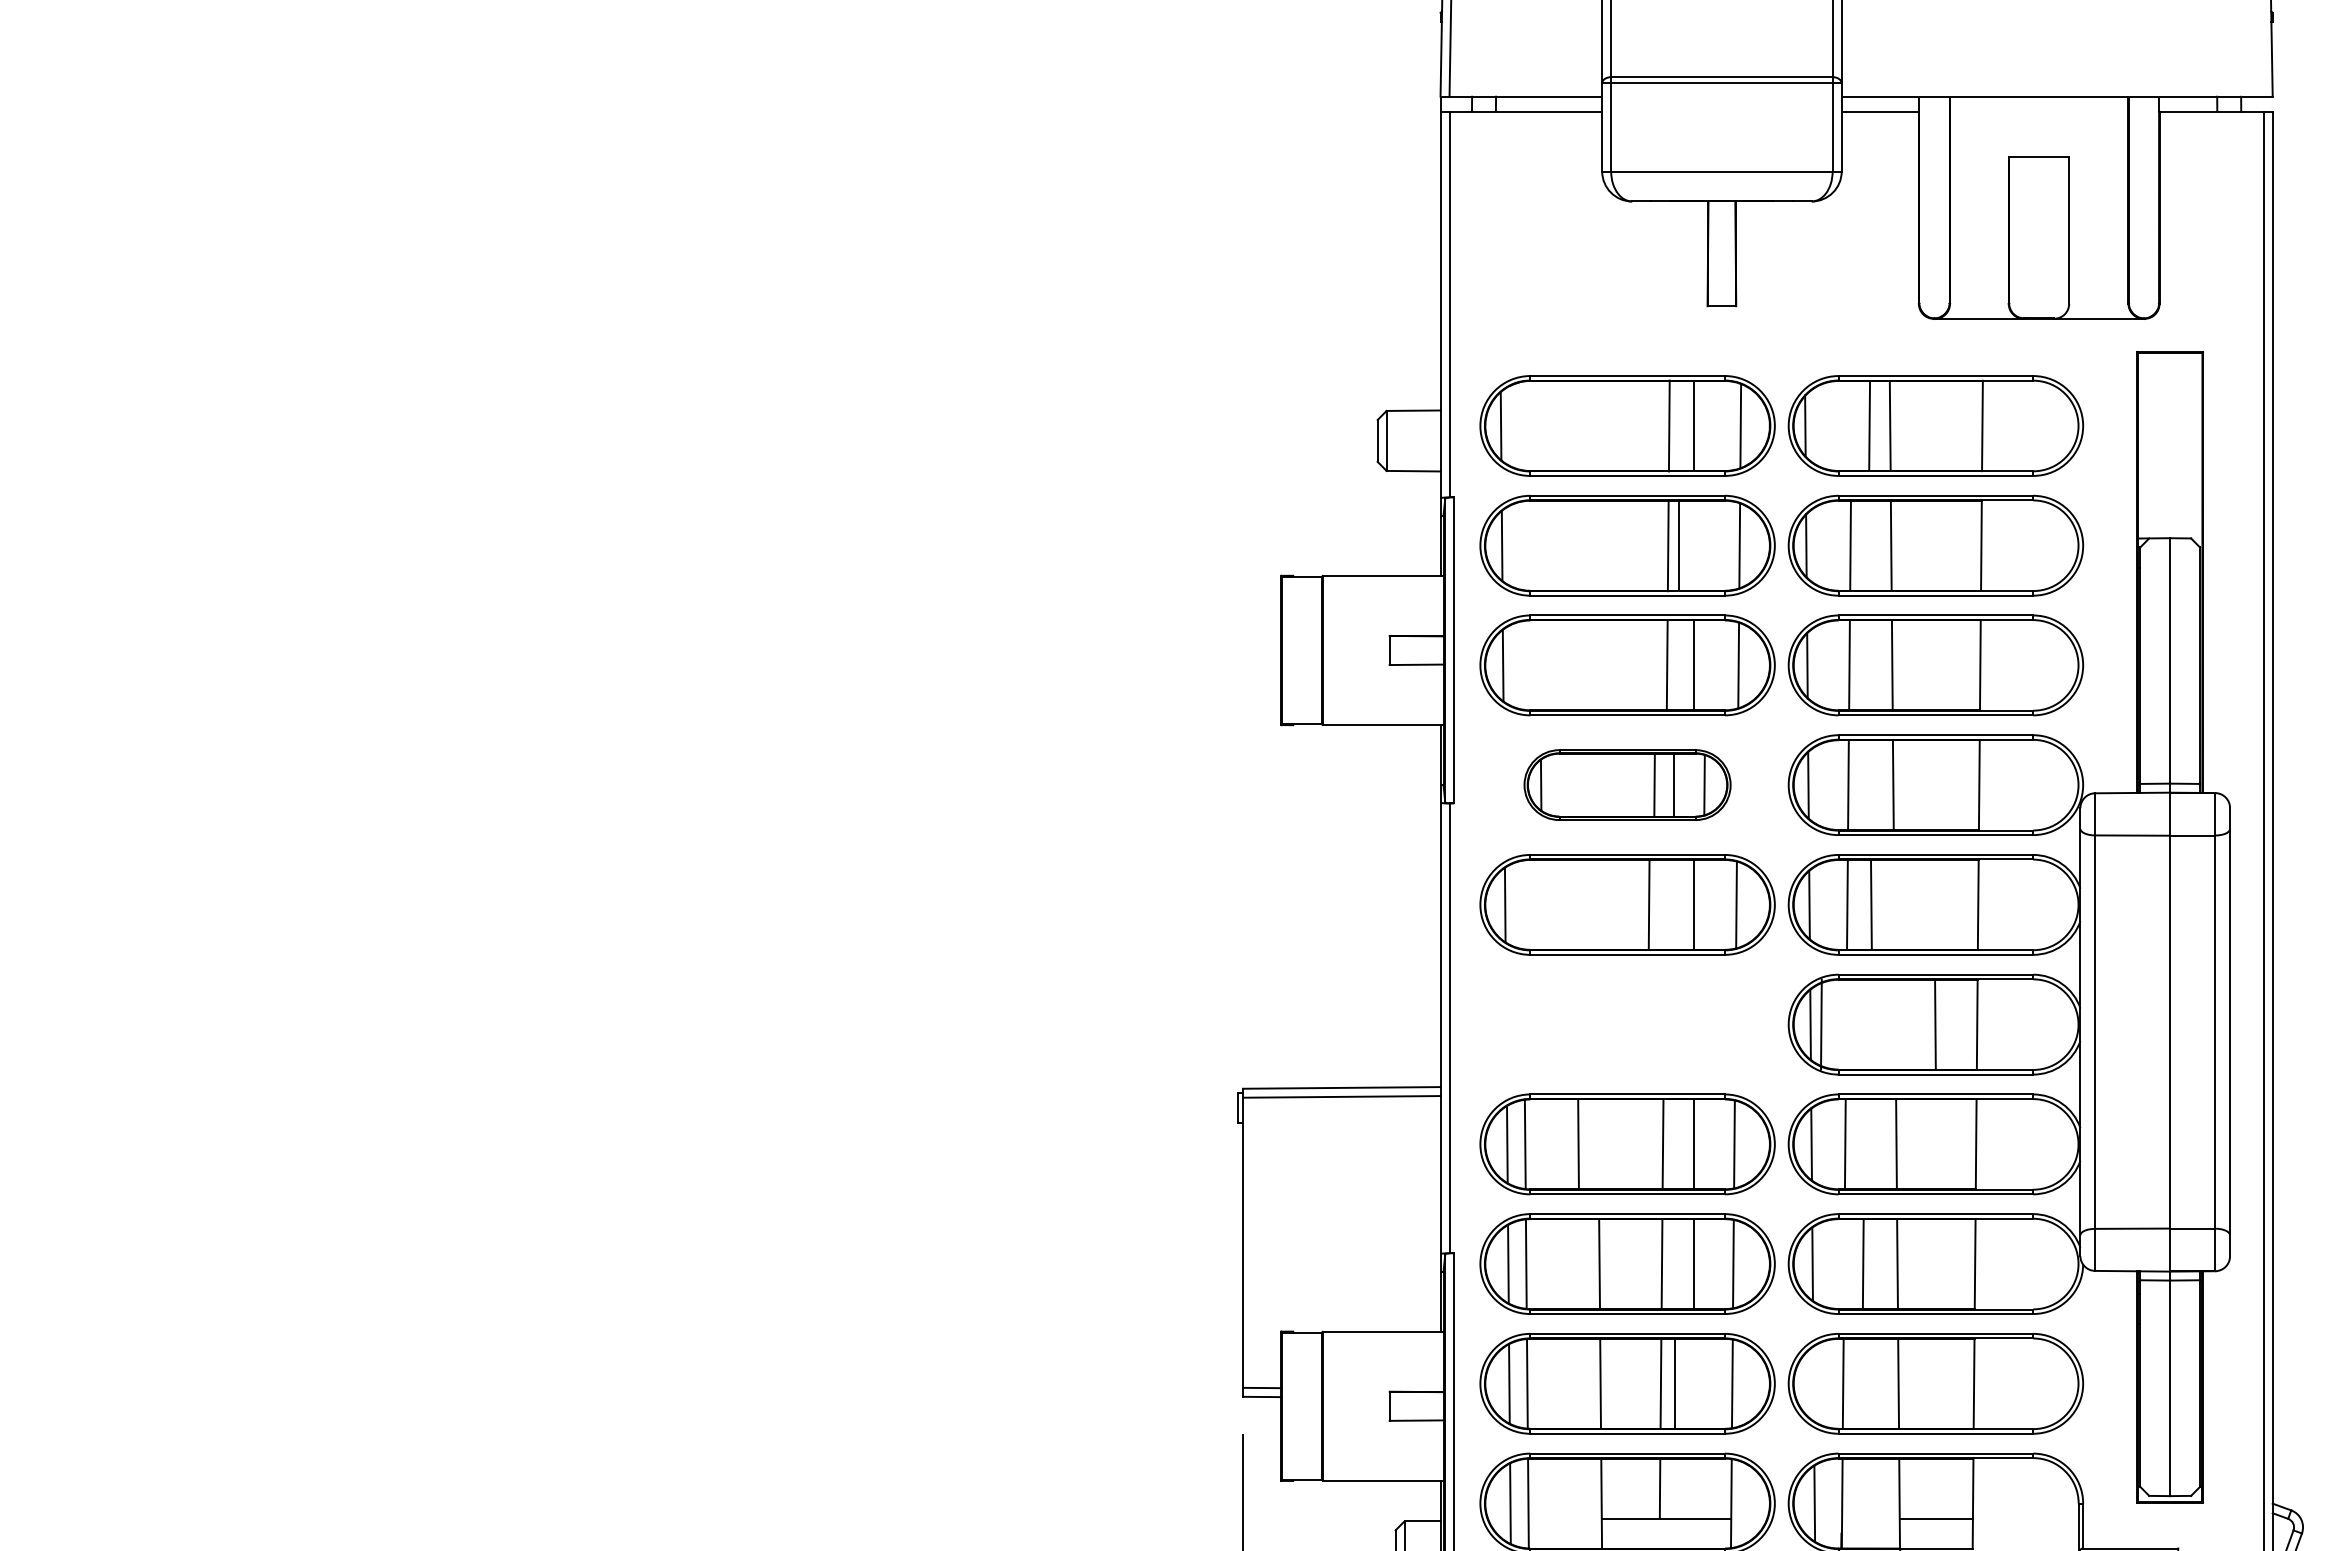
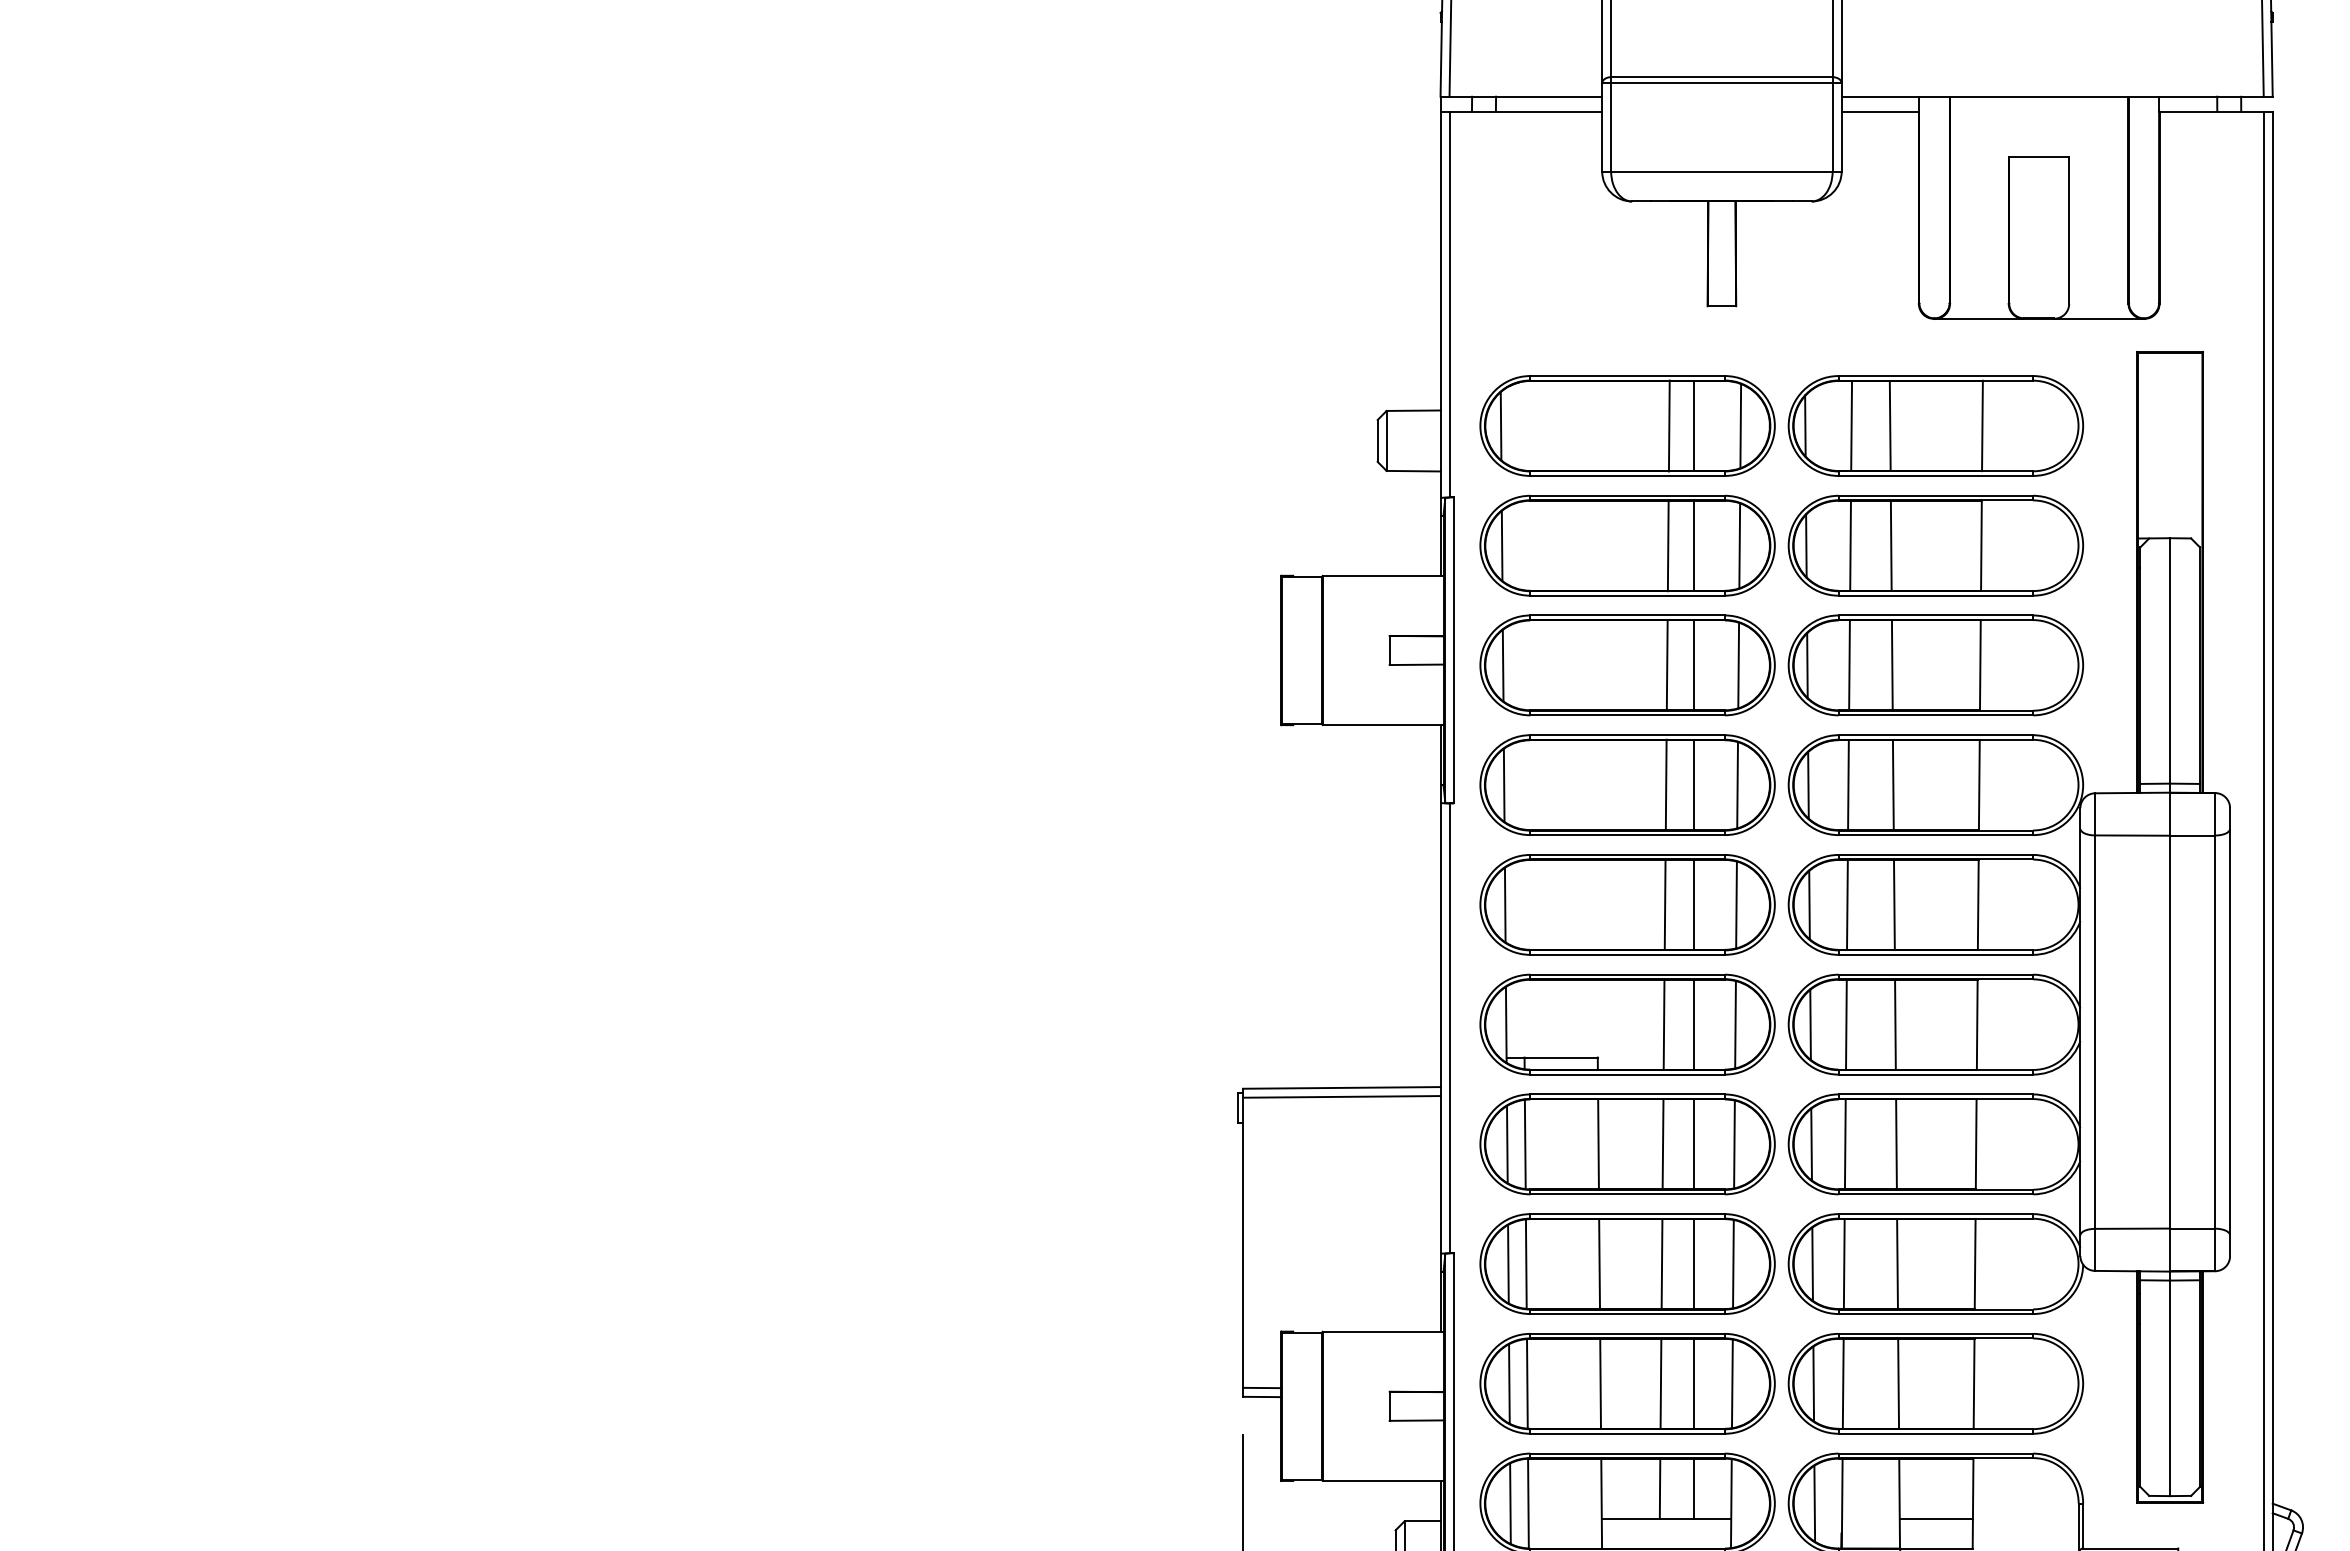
line at (2262, 49): none -> present
line at (1869, 425) position: (1869, 425) -> (1851, 425)
line at (1678, 545) position: (1678, 545) -> (1693, 545)
part at (1627, 784) size: 209x72 px -> 297x102 px
line at (1648, 904) position: (1648, 904) -> (1664, 904)
line at (1871, 904) position: (1871, 904) -> (1894, 904)
part at (1627, 1024): none -> present
line at (1821, 1024) position: (1821, 1024) -> (1846, 1024)
line at (1935, 1024) position: (1935, 1024) -> (1895, 1024)
line at (1578, 1144) position: (1578, 1144) -> (1598, 1144)
line at (1862, 1264) position: (1862, 1264) -> (1843, 1264)
line at (1674, 1383) position: (1674, 1383) -> (1693, 1383)
line at (1813, 1383): none -> present
line at (1693, 1488): none -> present
